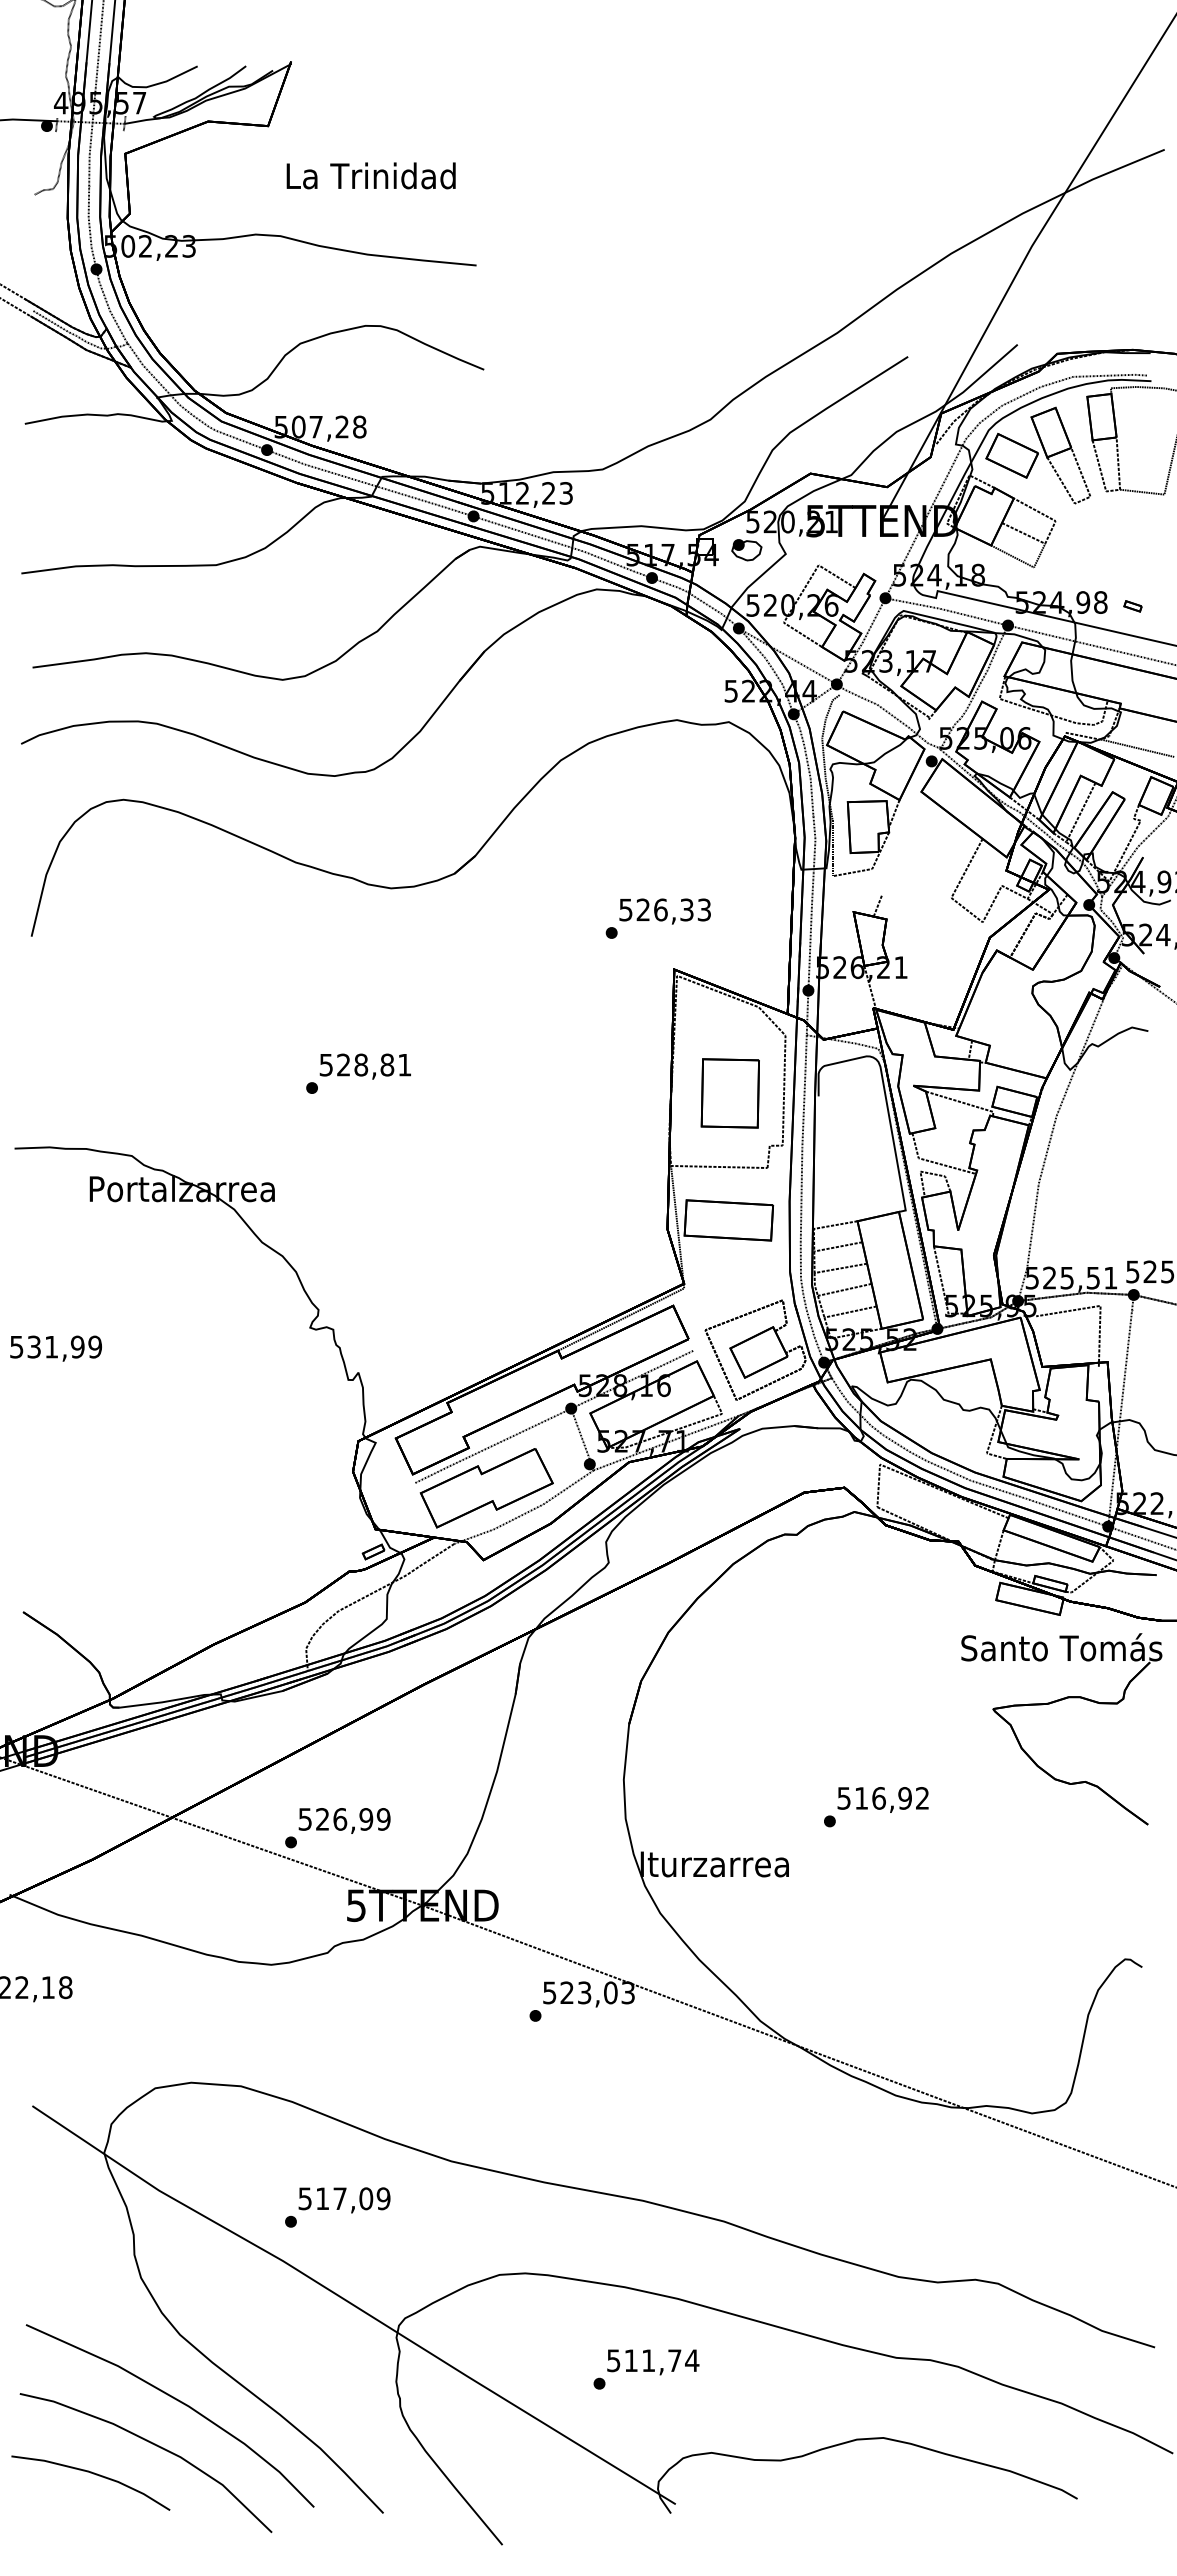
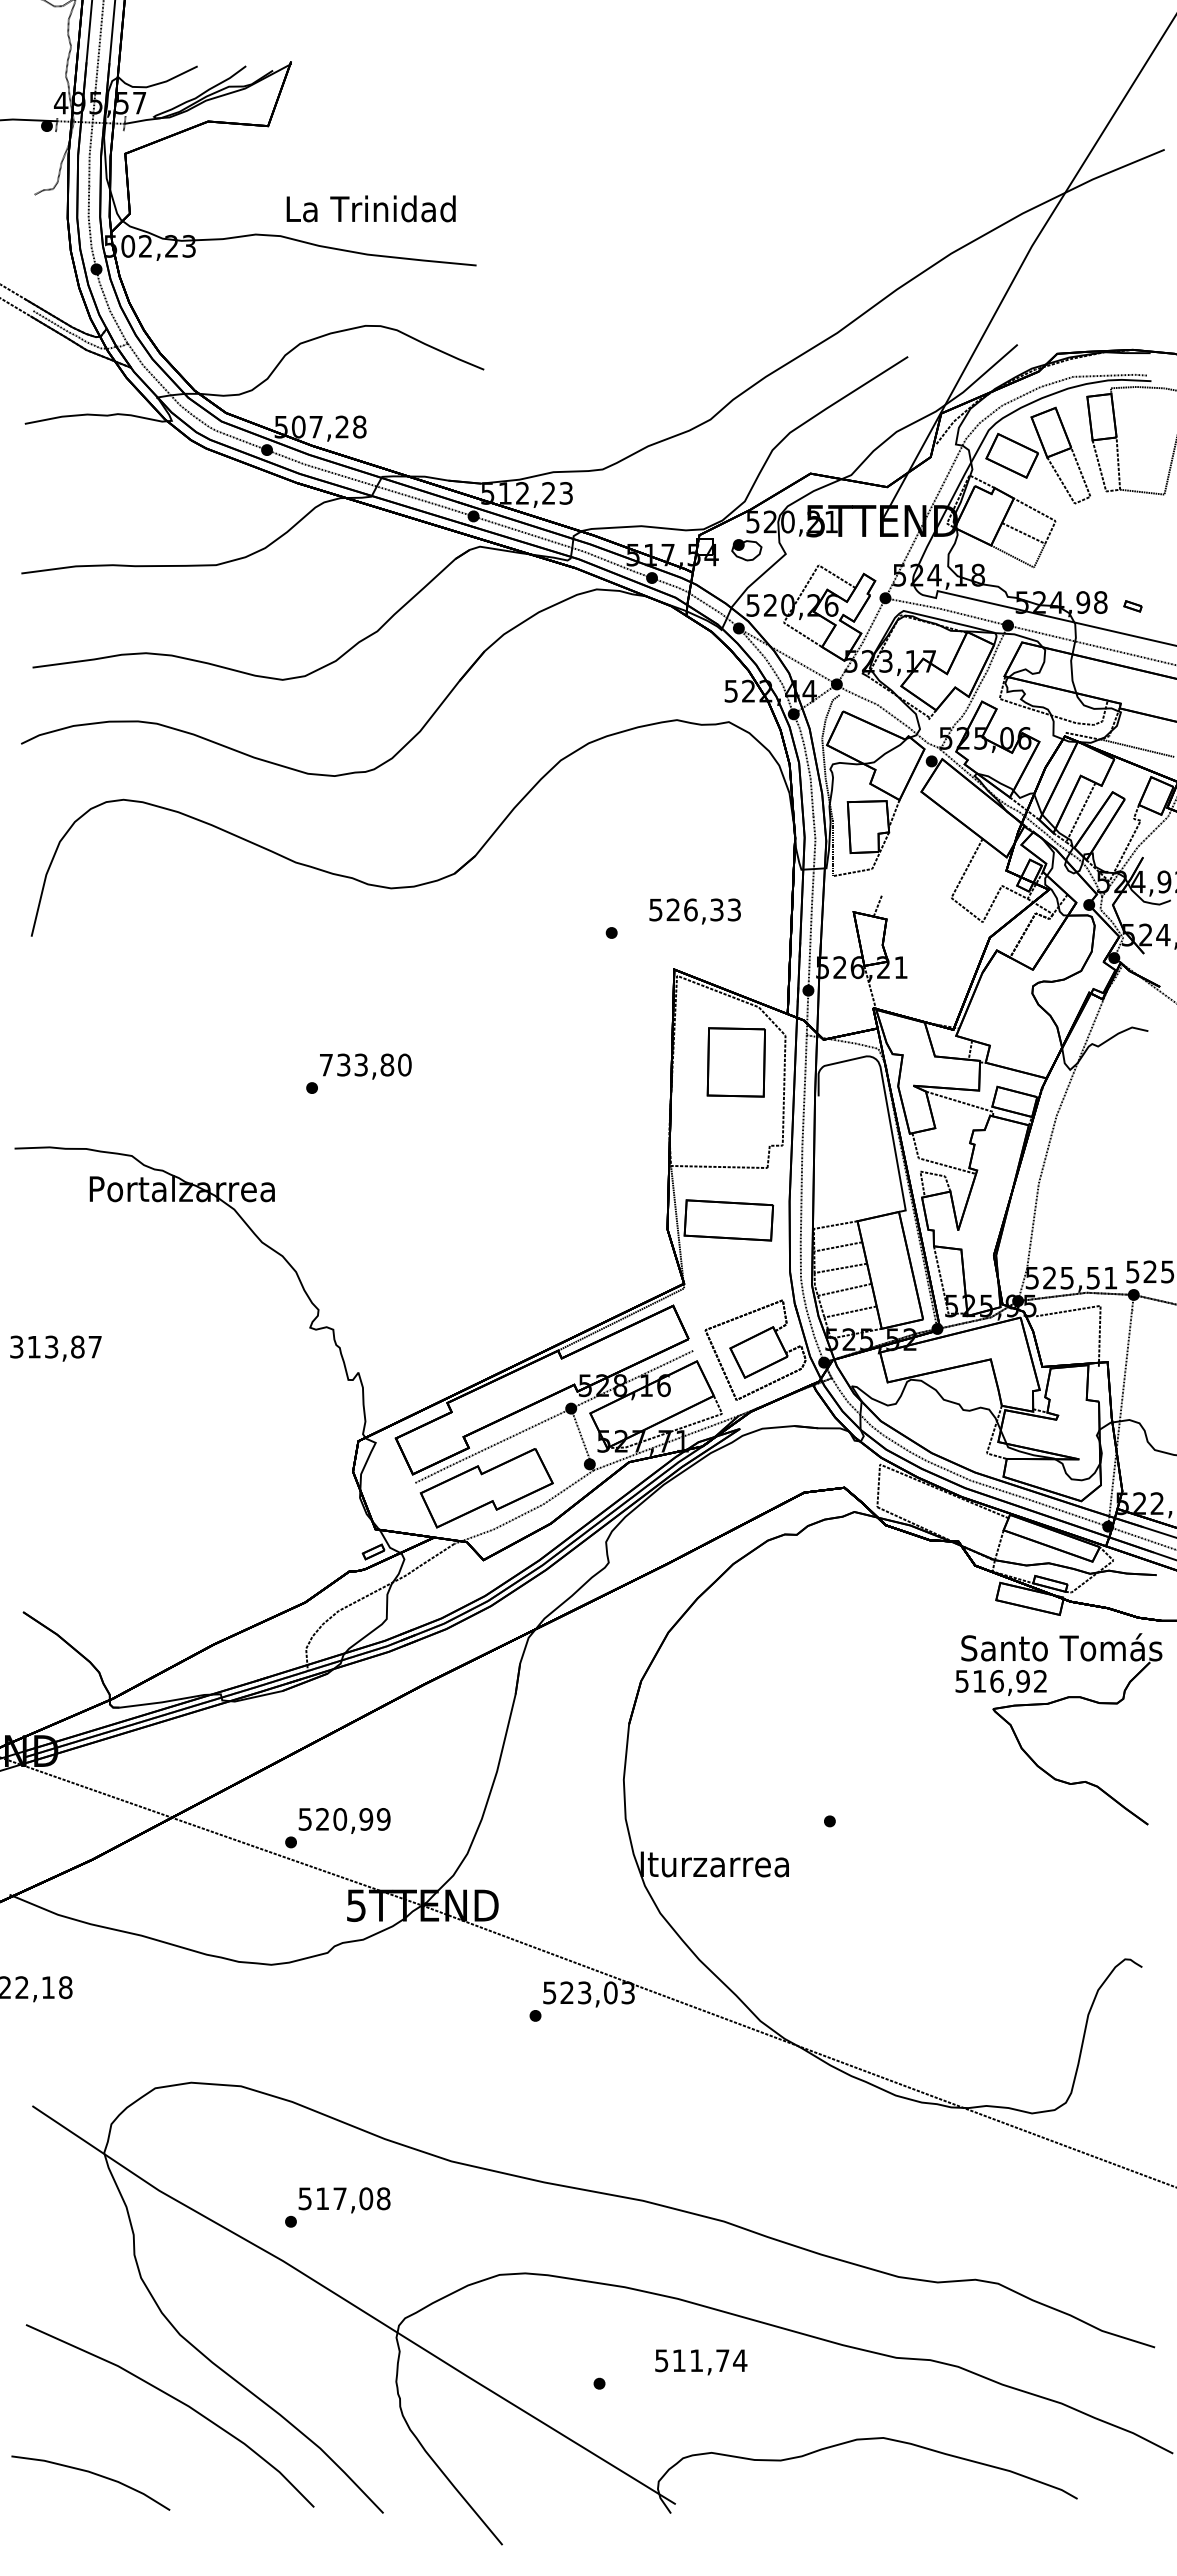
text at (370, 175) position: (370, 175) -> (370, 208)
text at (664, 911) position: (664, 911) -> (694, 911)
text at (365, 1064): 528,81 -> 733,80
part at (729, 1093) position: (729, 1093) -> (735, 1062)
text at (55, 1346): 531,99 -> 313,87
text at (882, 1799) position: (882, 1799) -> (1000, 1682)
text at (340, 1819): 526,99 -> 520,99
text at (383, 2198): 517,09 -> 517,08
text at (653, 2362) position: (653, 2362) -> (701, 2362)
part at (154, 2445): present -> none
